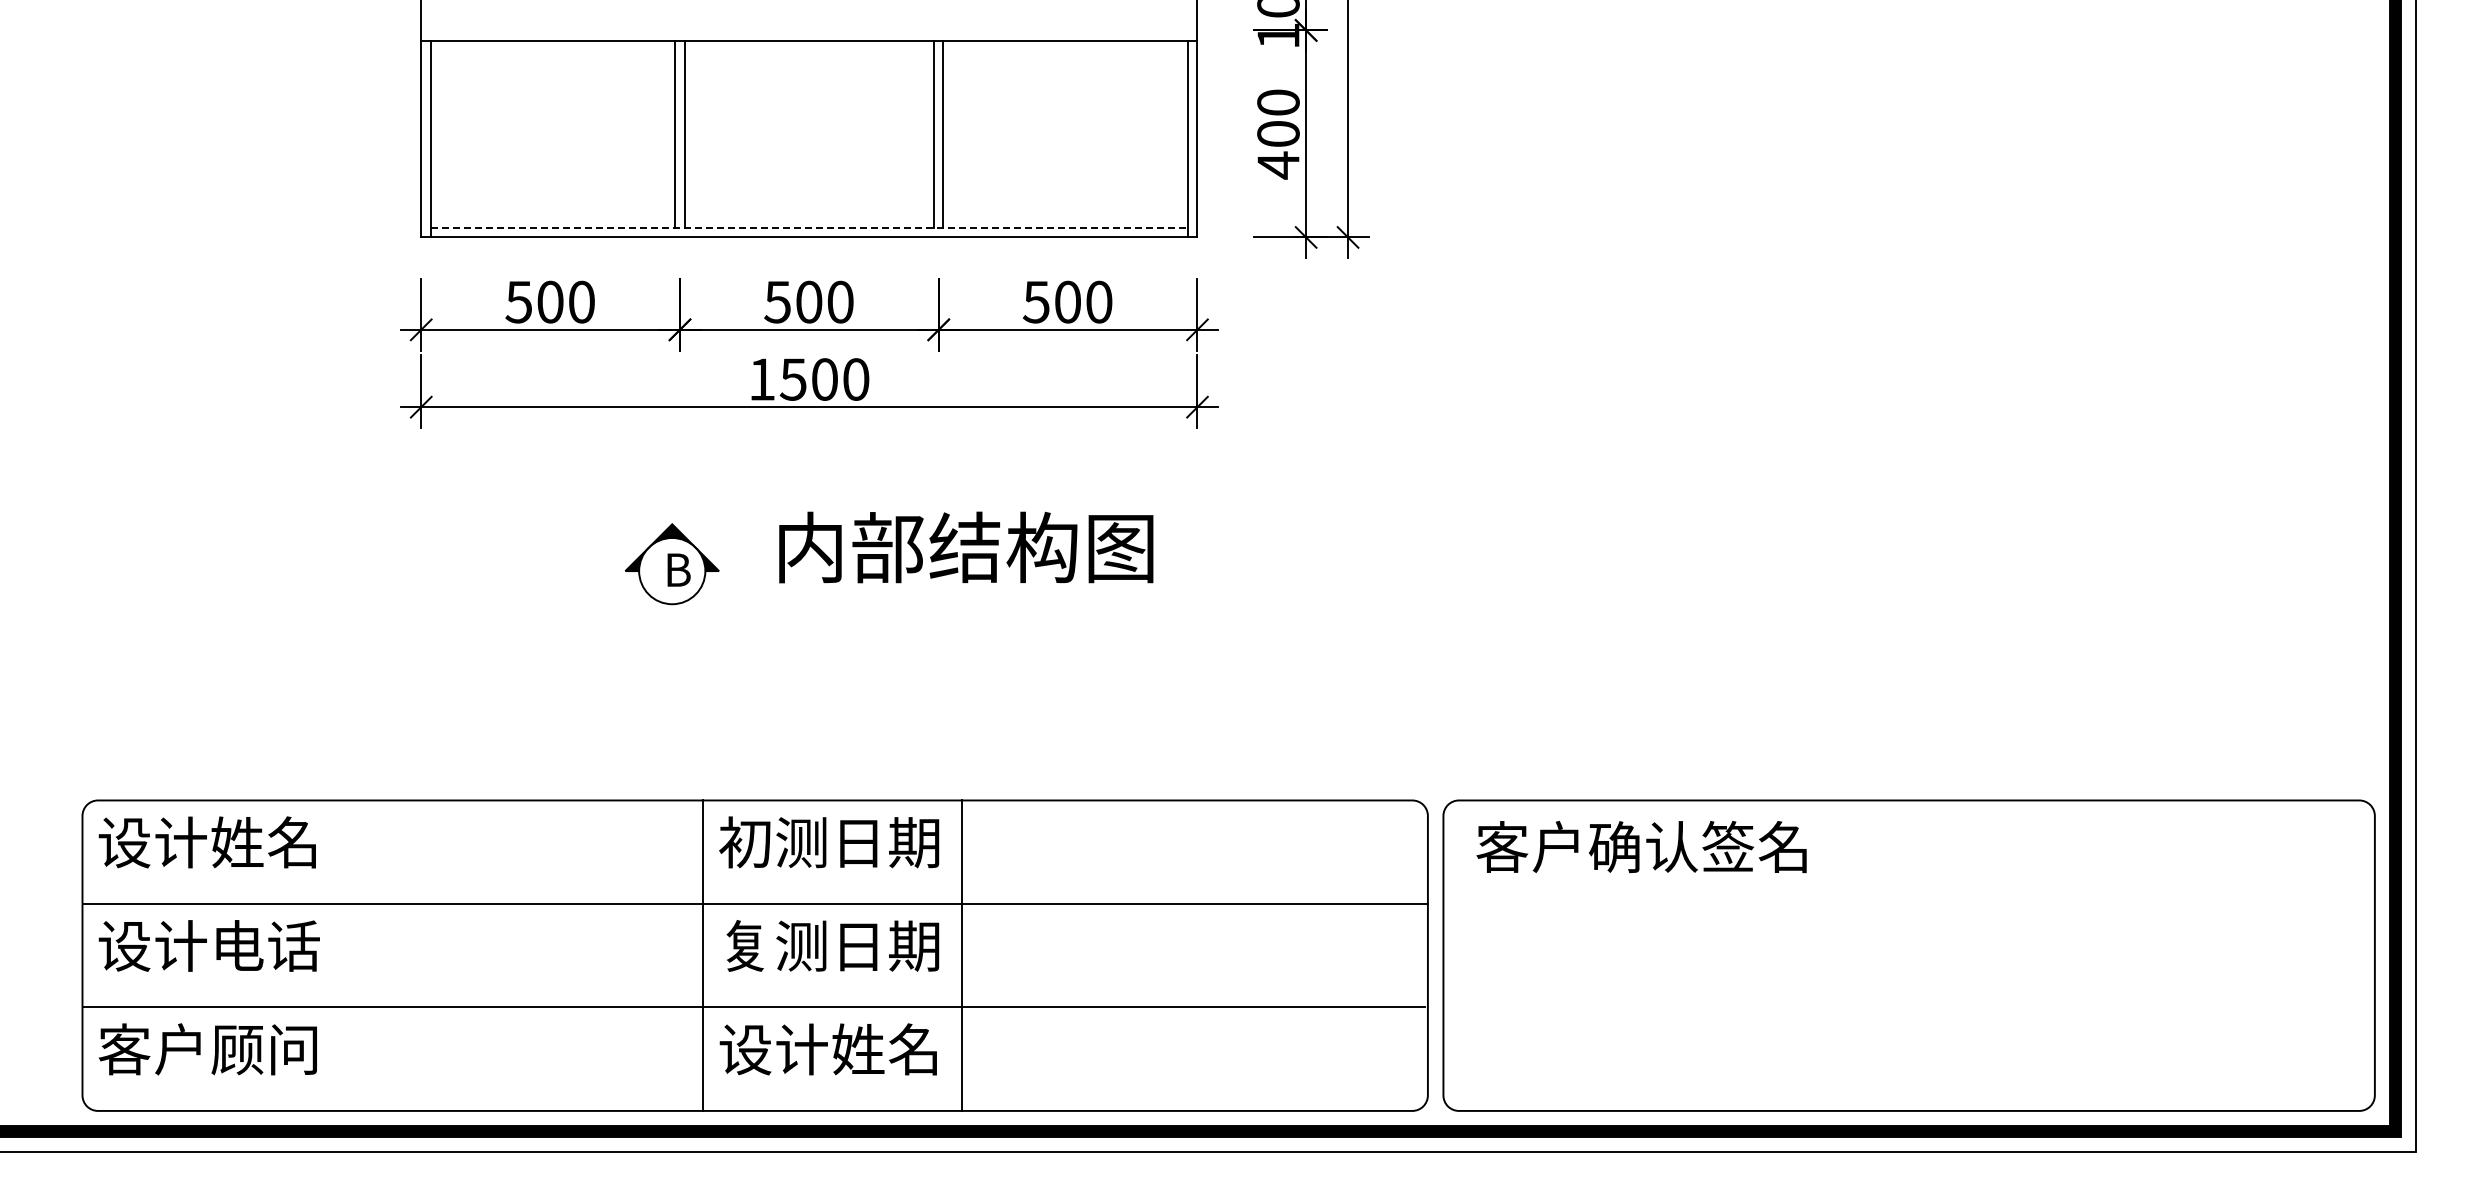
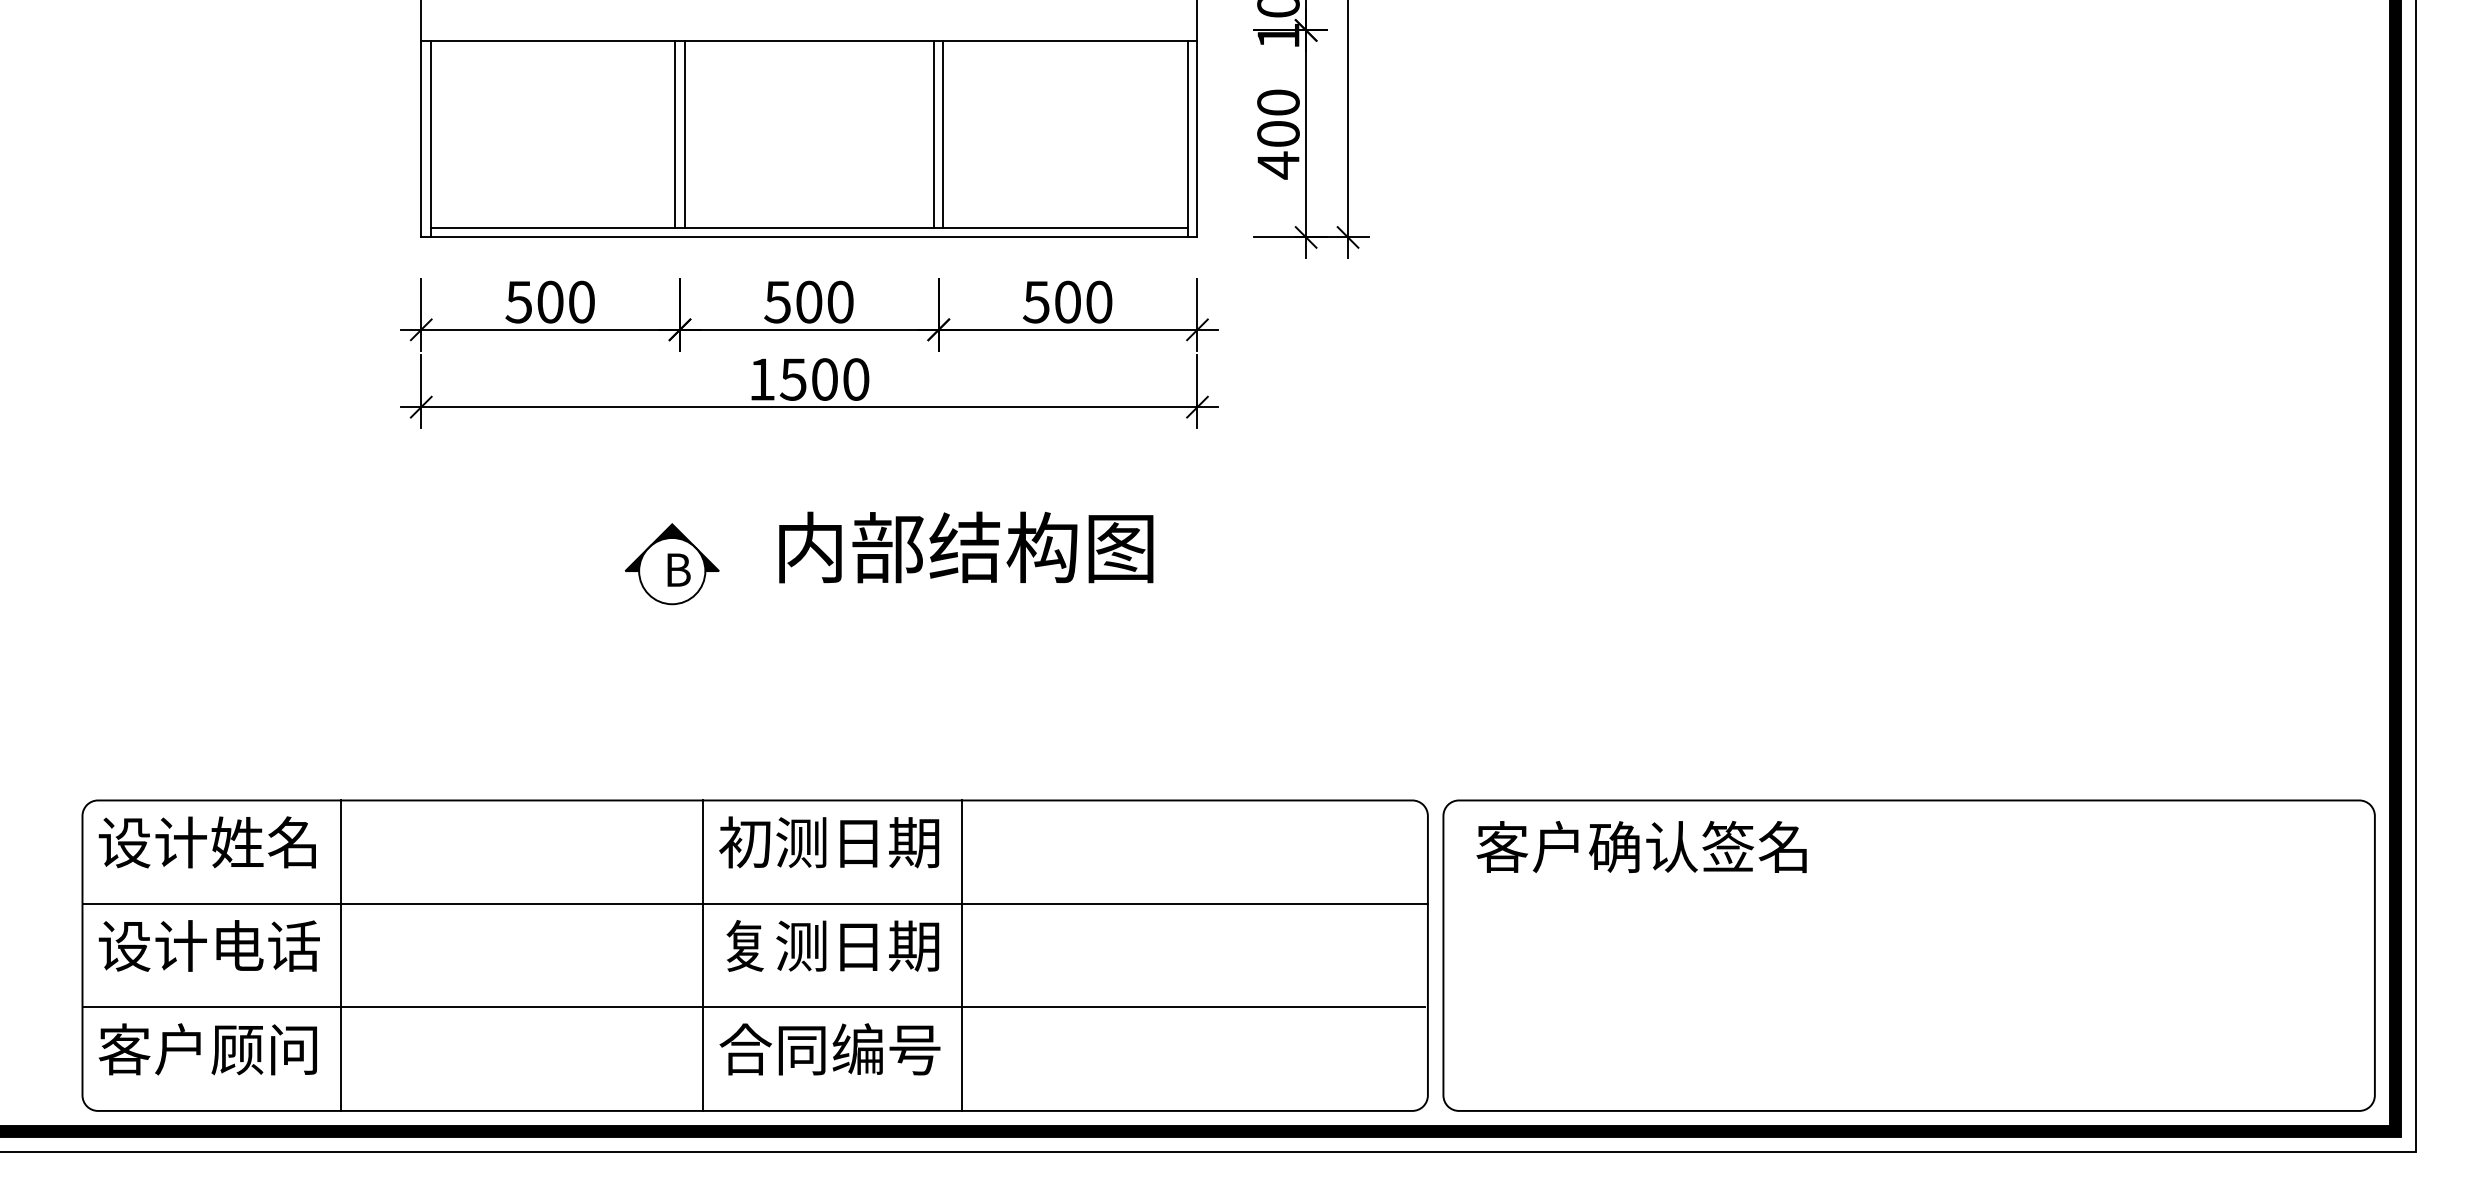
line at (809, 228): dashed -> solid
line at (341, 955): none -> present
text at (829, 1049): 设计姓名 -> 合同编号
